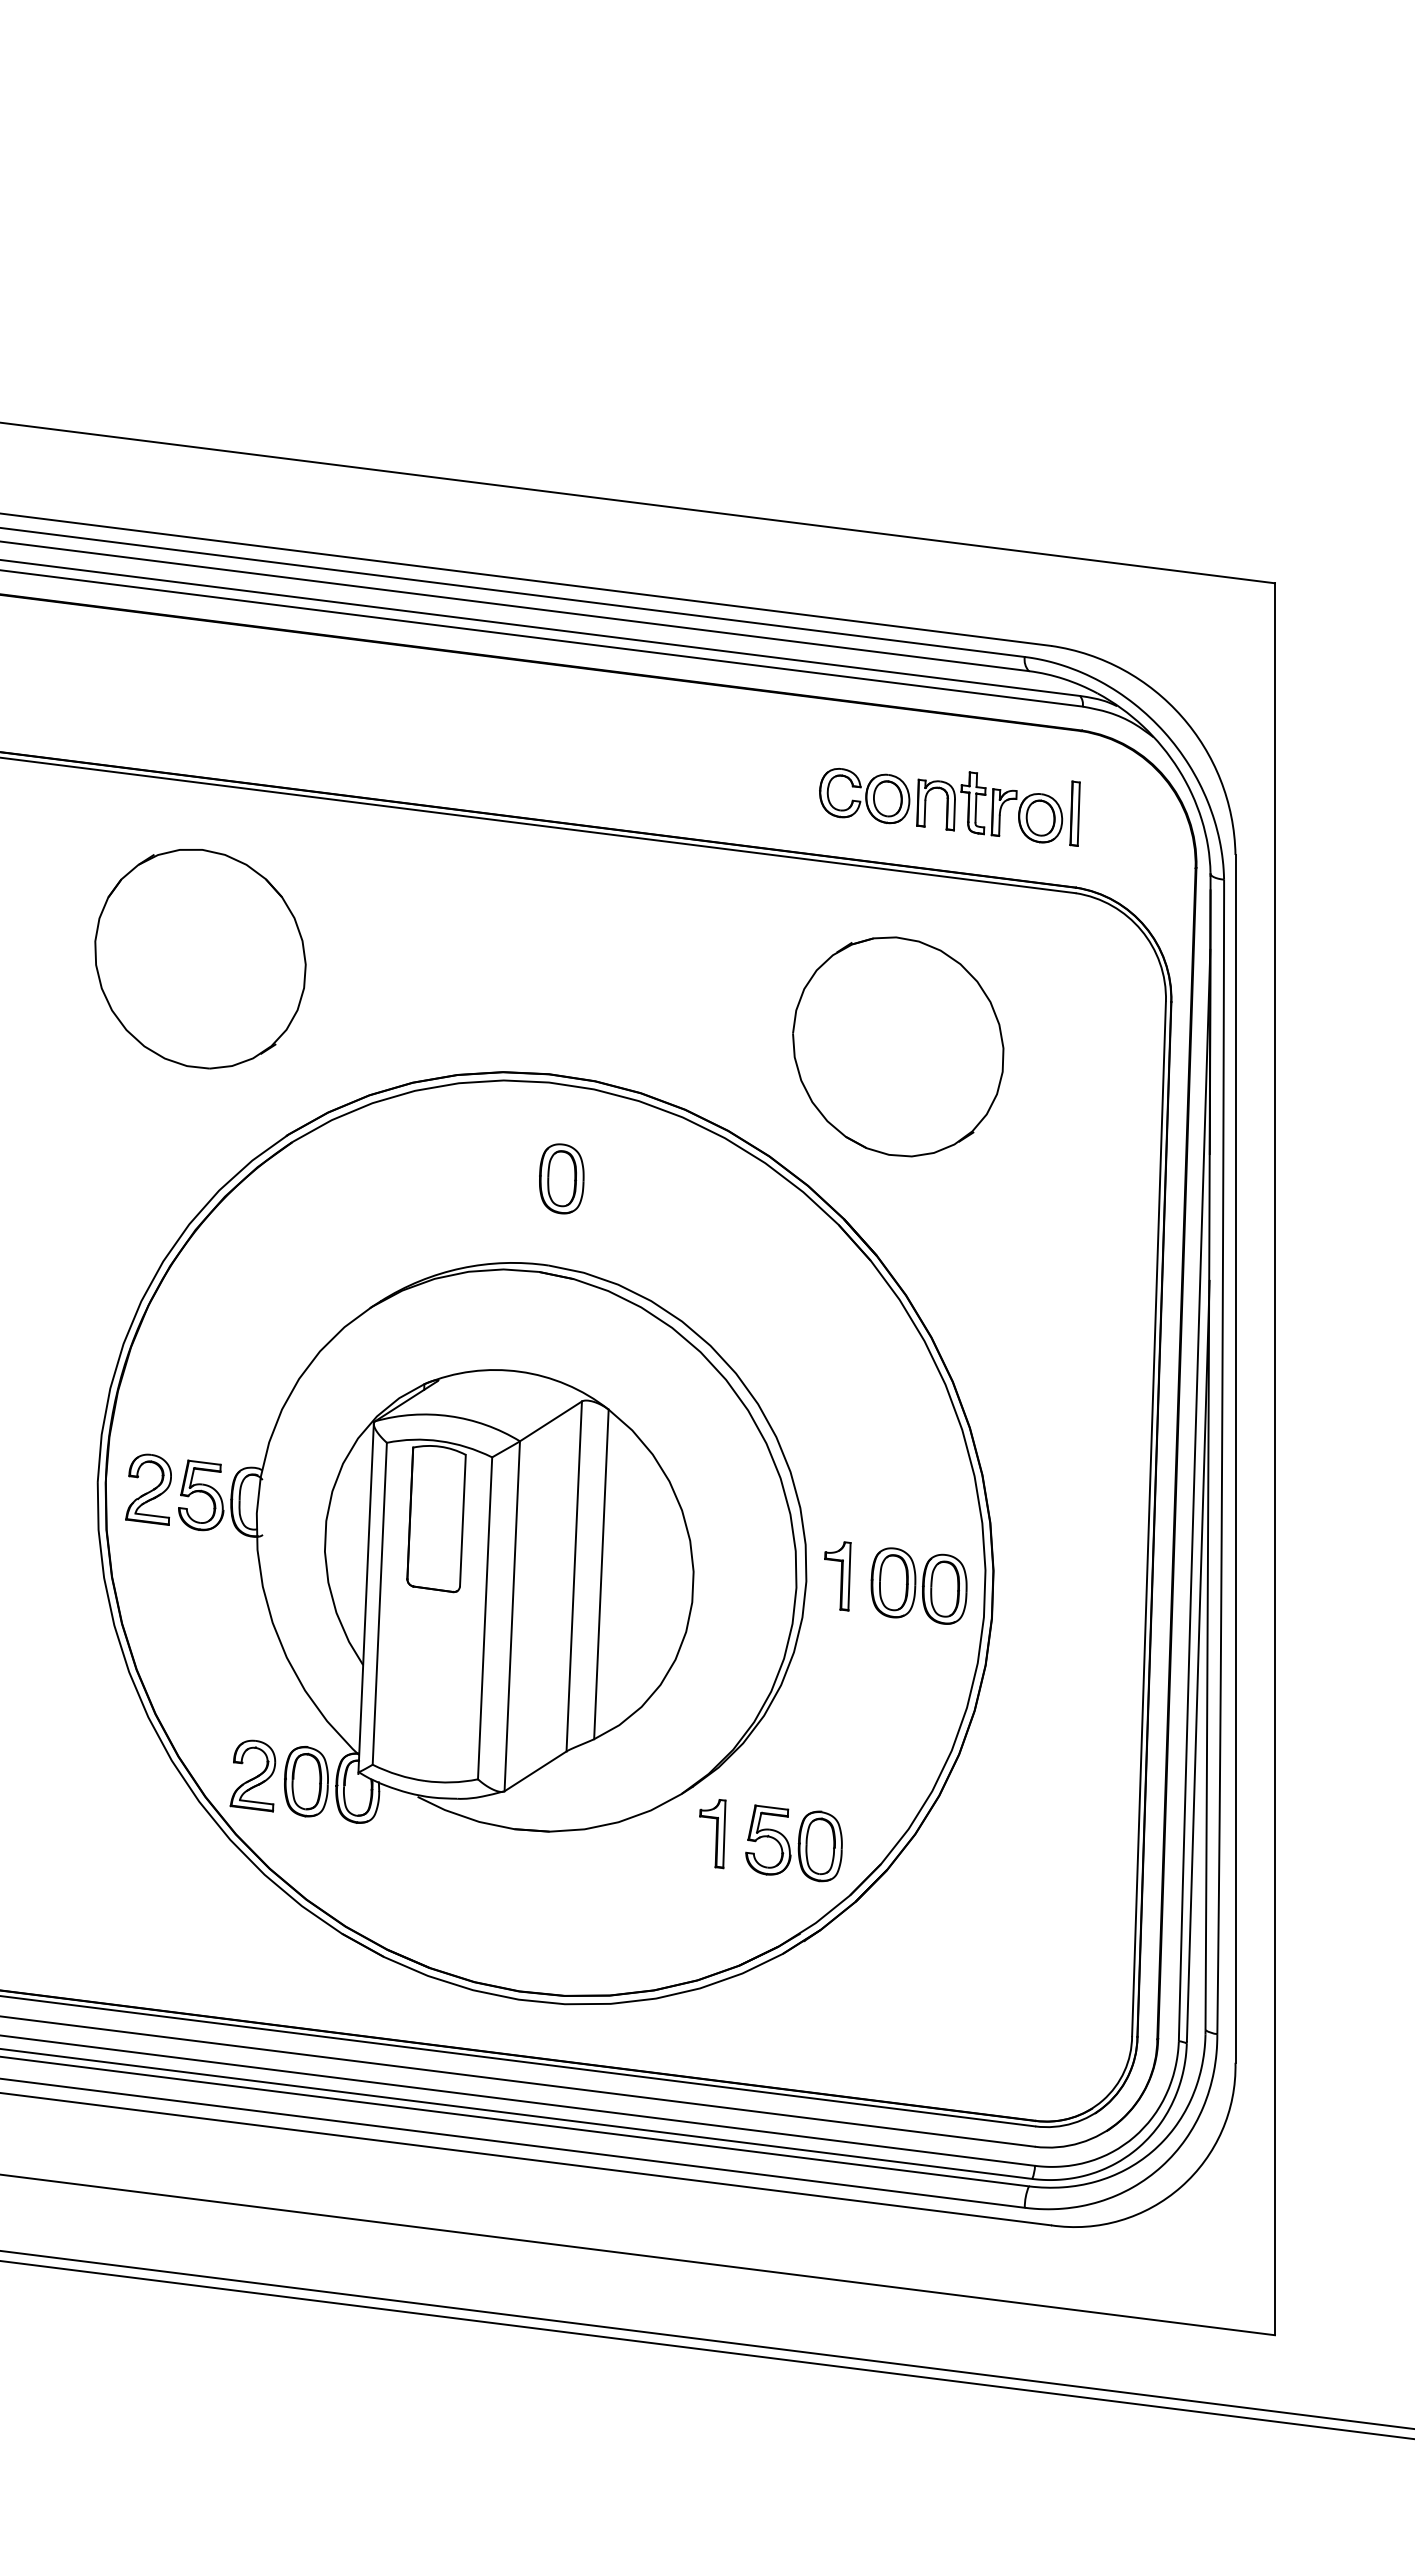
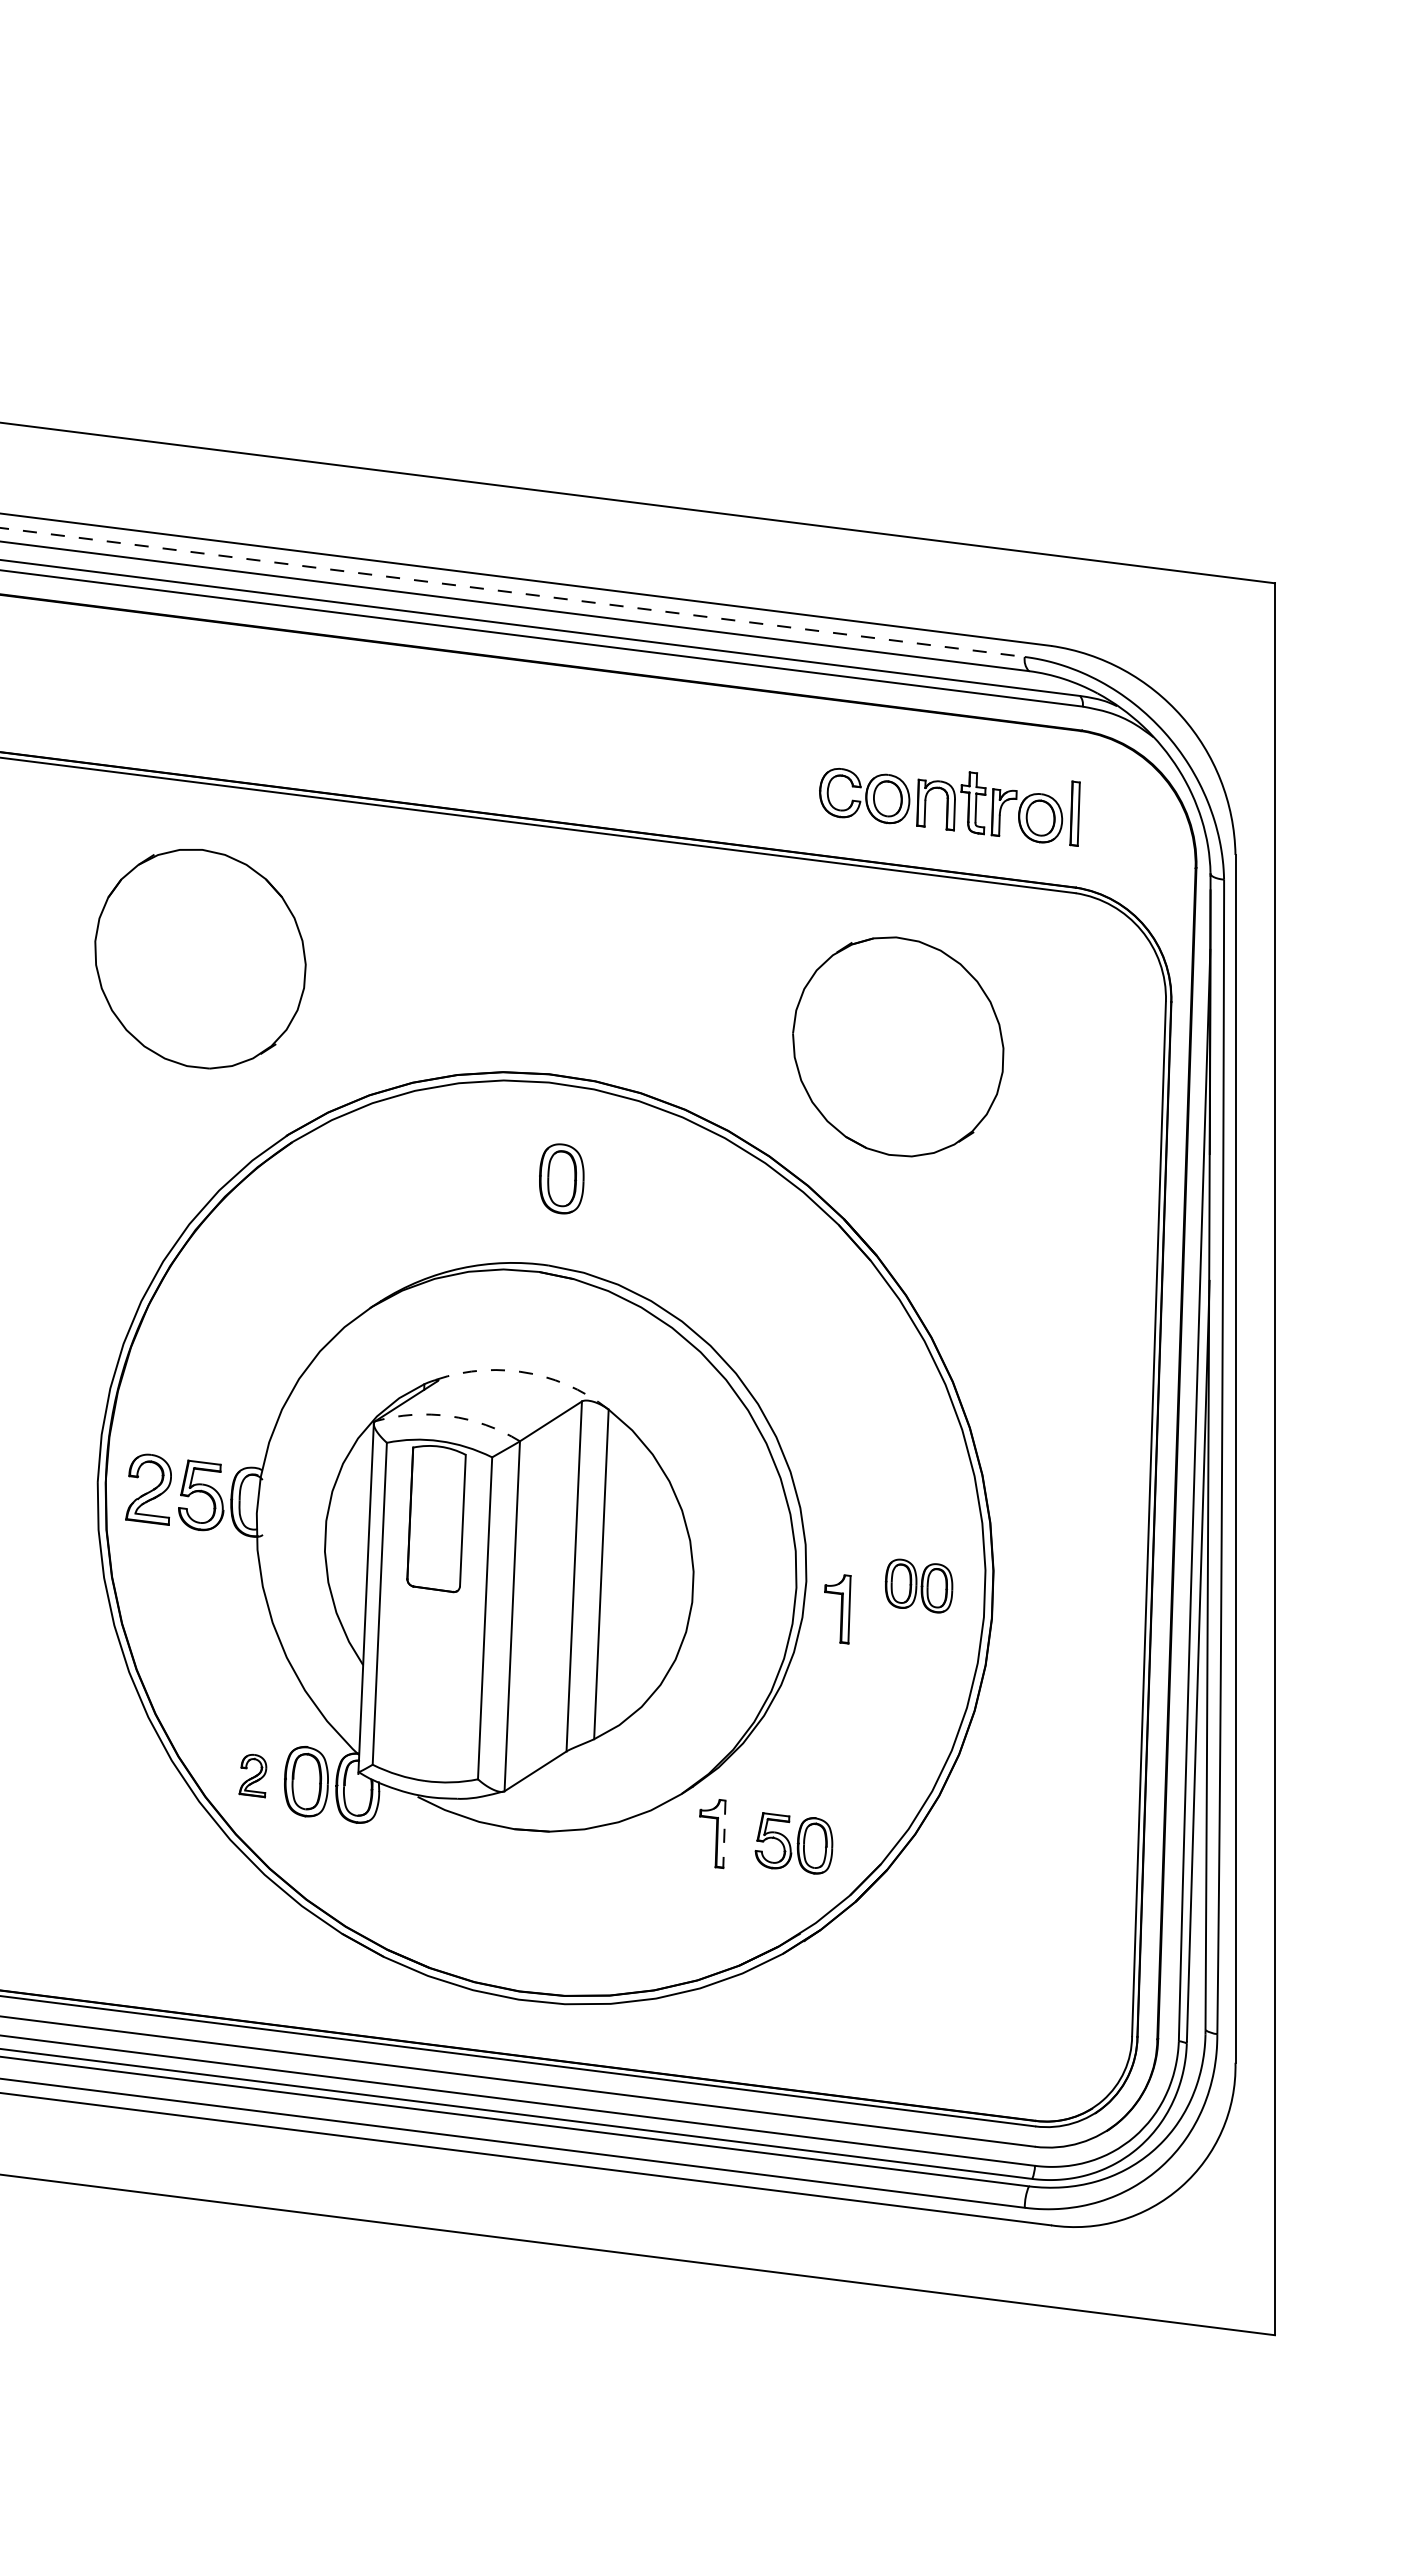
line at (512, 592): solid -> dashed
arc at (520, 1371): solid -> dashed
arc at (449, 1416): solid -> dashed
part at (837, 1576) position: (837, 1576) -> (837, 1609)
part at (918, 1585) size: 98x78 px -> 70x56 px
part at (252, 1775) size: 48x74 px -> 30x45 px
line at (724, 1834): solid -> dashed
part at (793, 1843) size: 98x79 px -> 80x63 px
line at (706, 2339): present -> none
line at (706, 2349): present -> none
